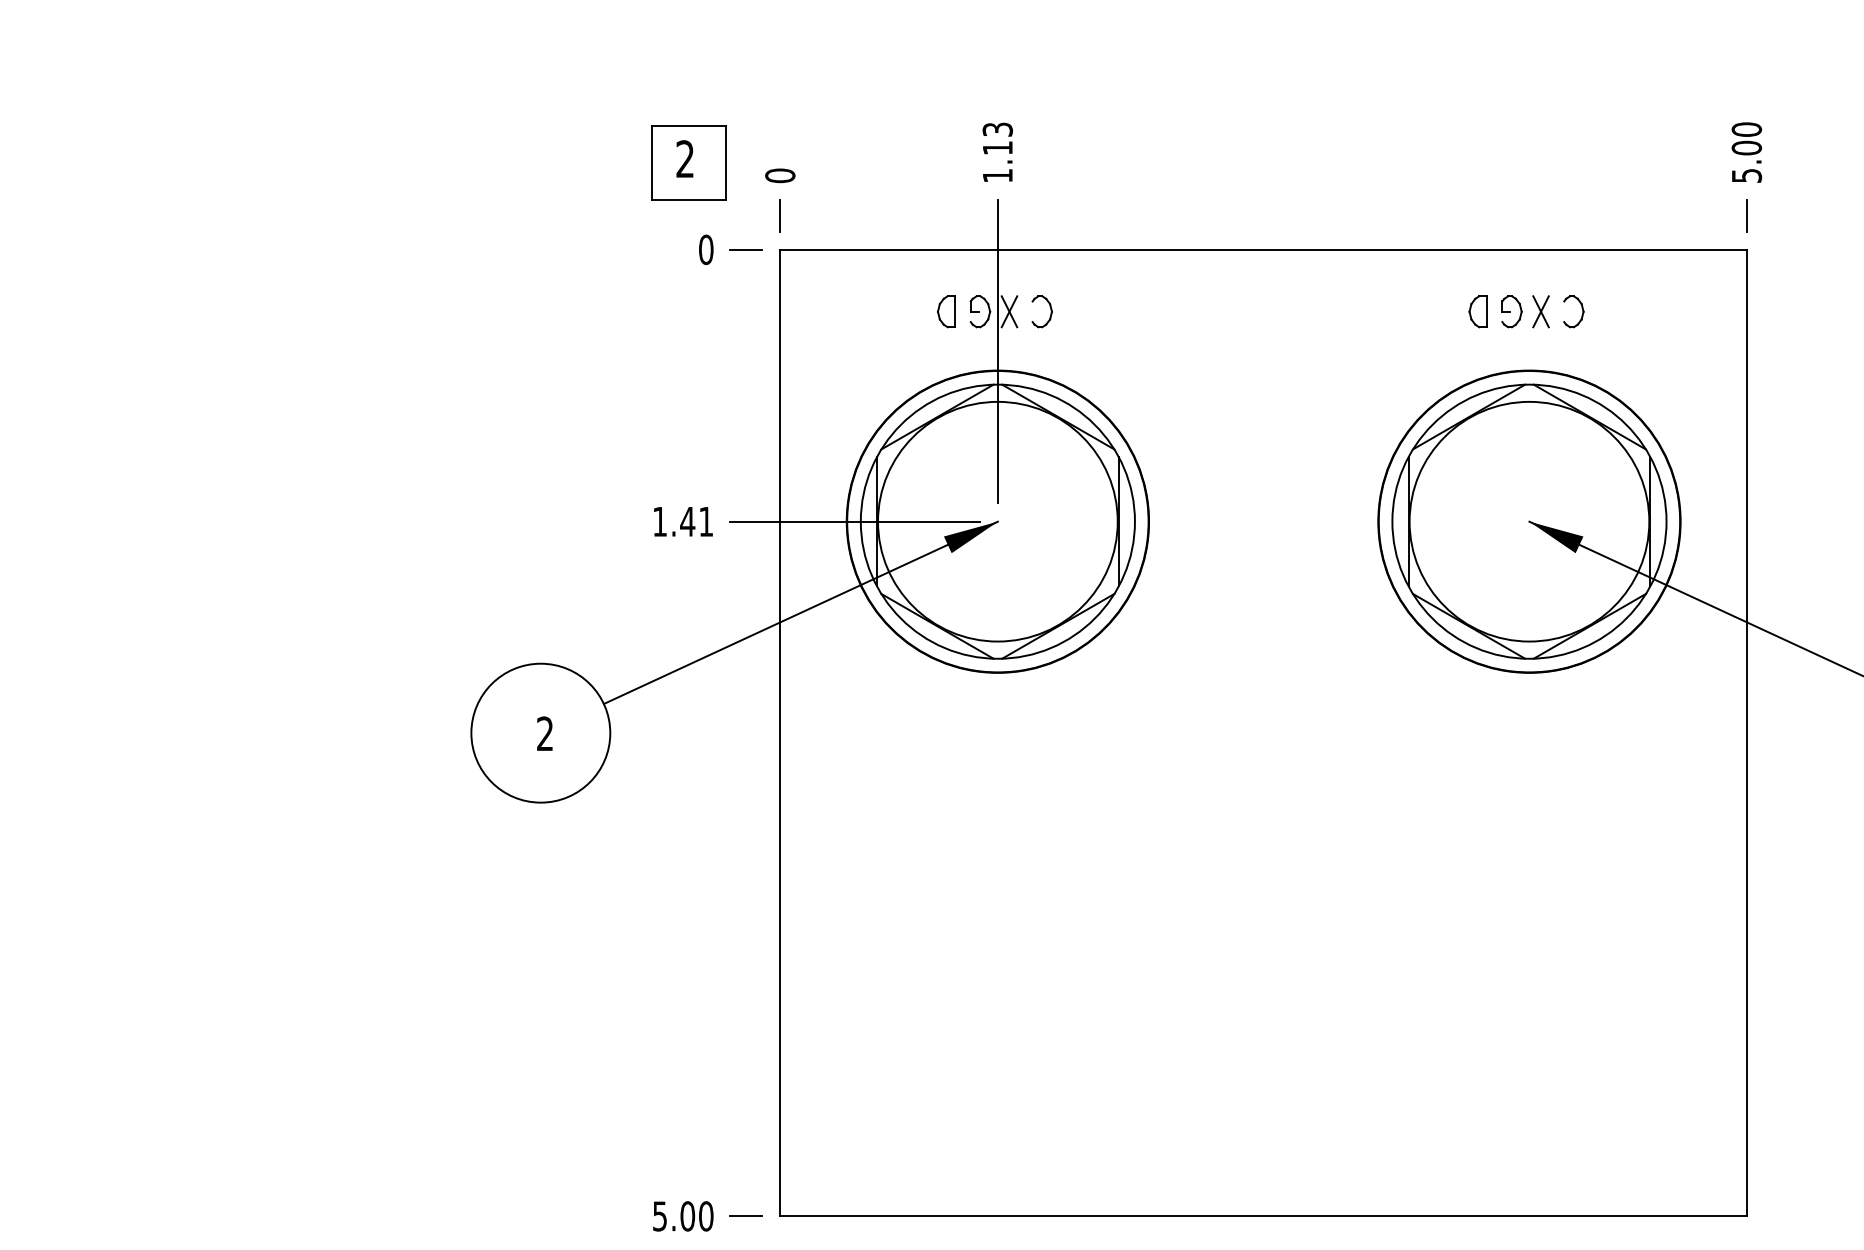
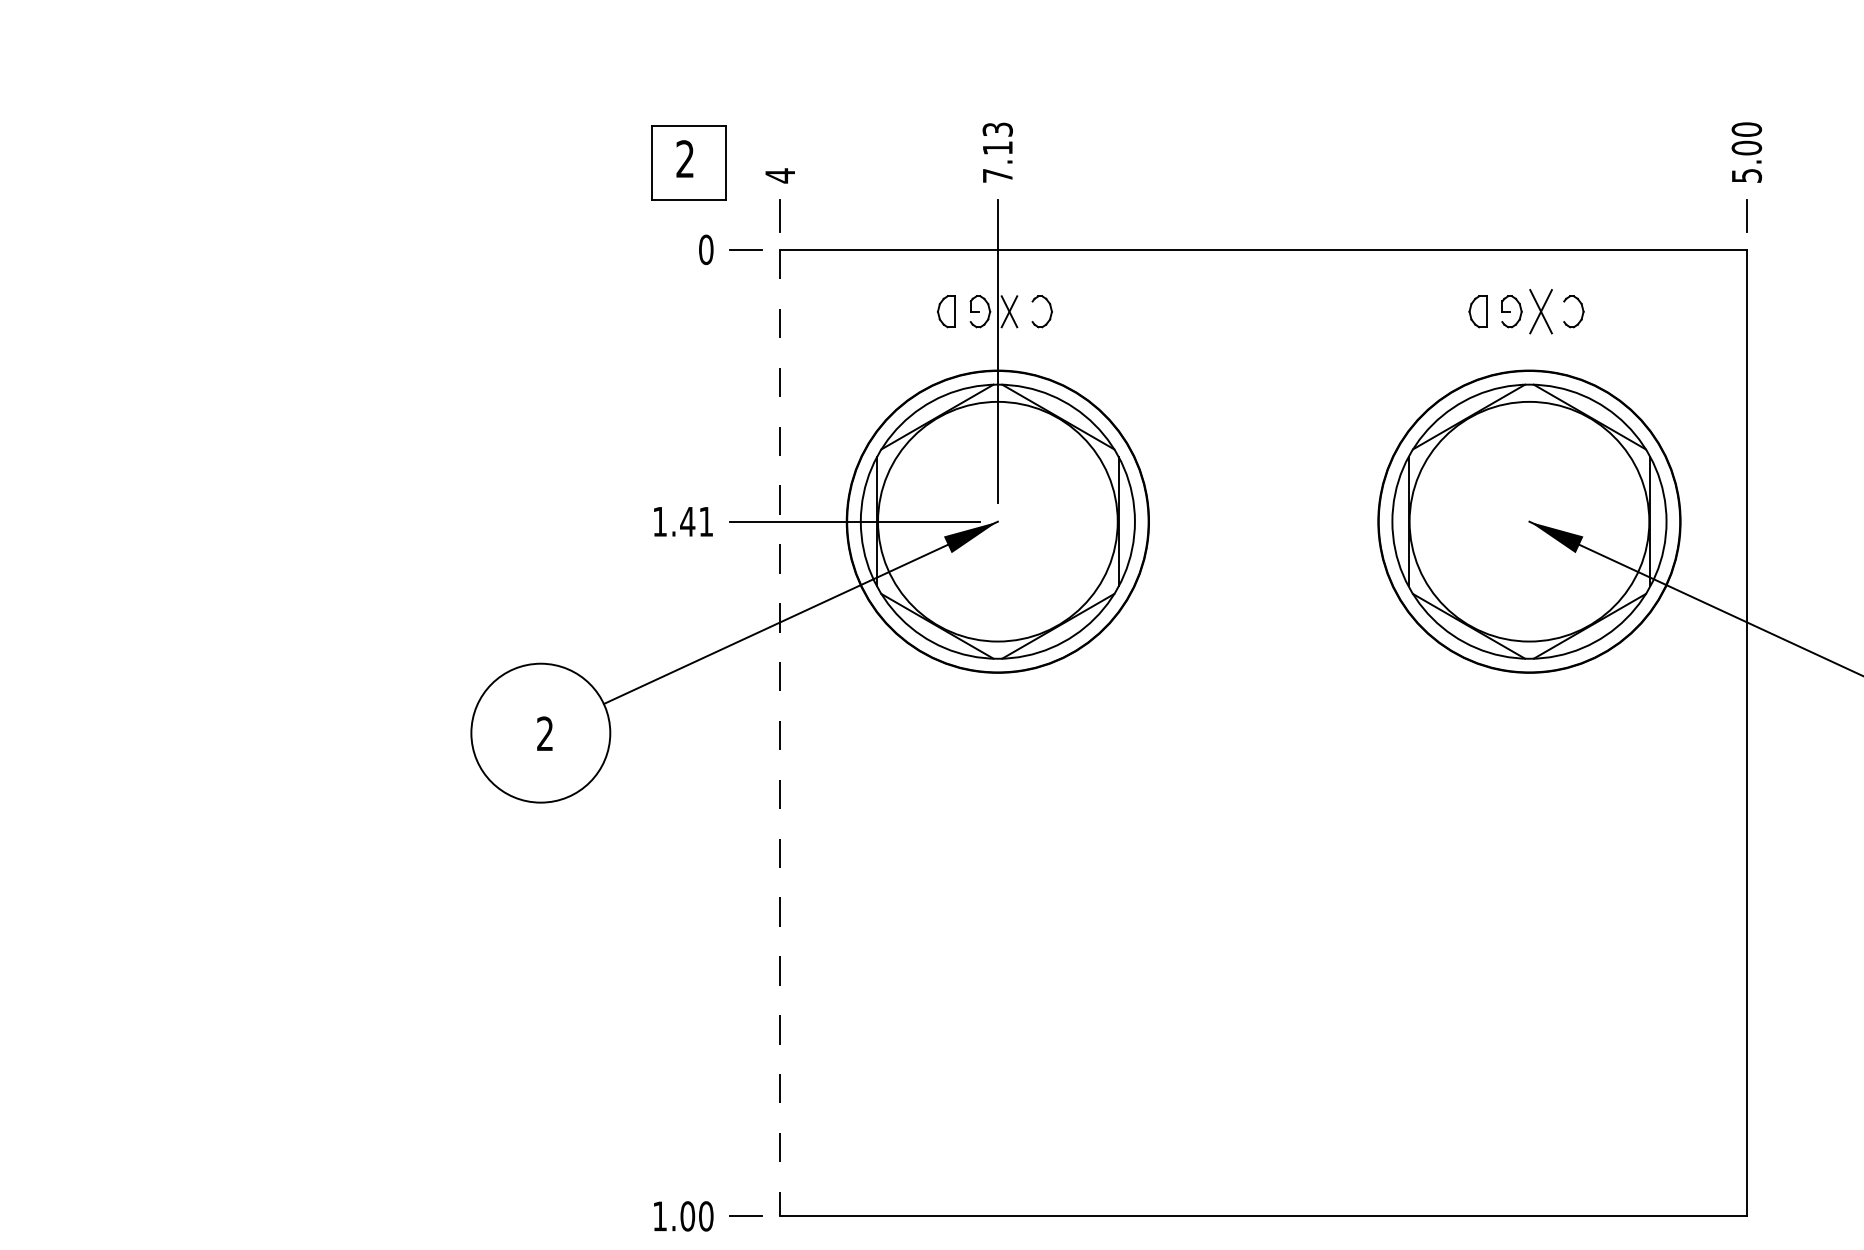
text at (780, 175): 0 -> 4
text at (997, 175): 1.13 -> 7.13
part at (1540, 311) size: 18x34 px -> 24x46 px
line at (780, 733): solid -> dashed
text at (659, 1216): 5.00 -> 1.00
